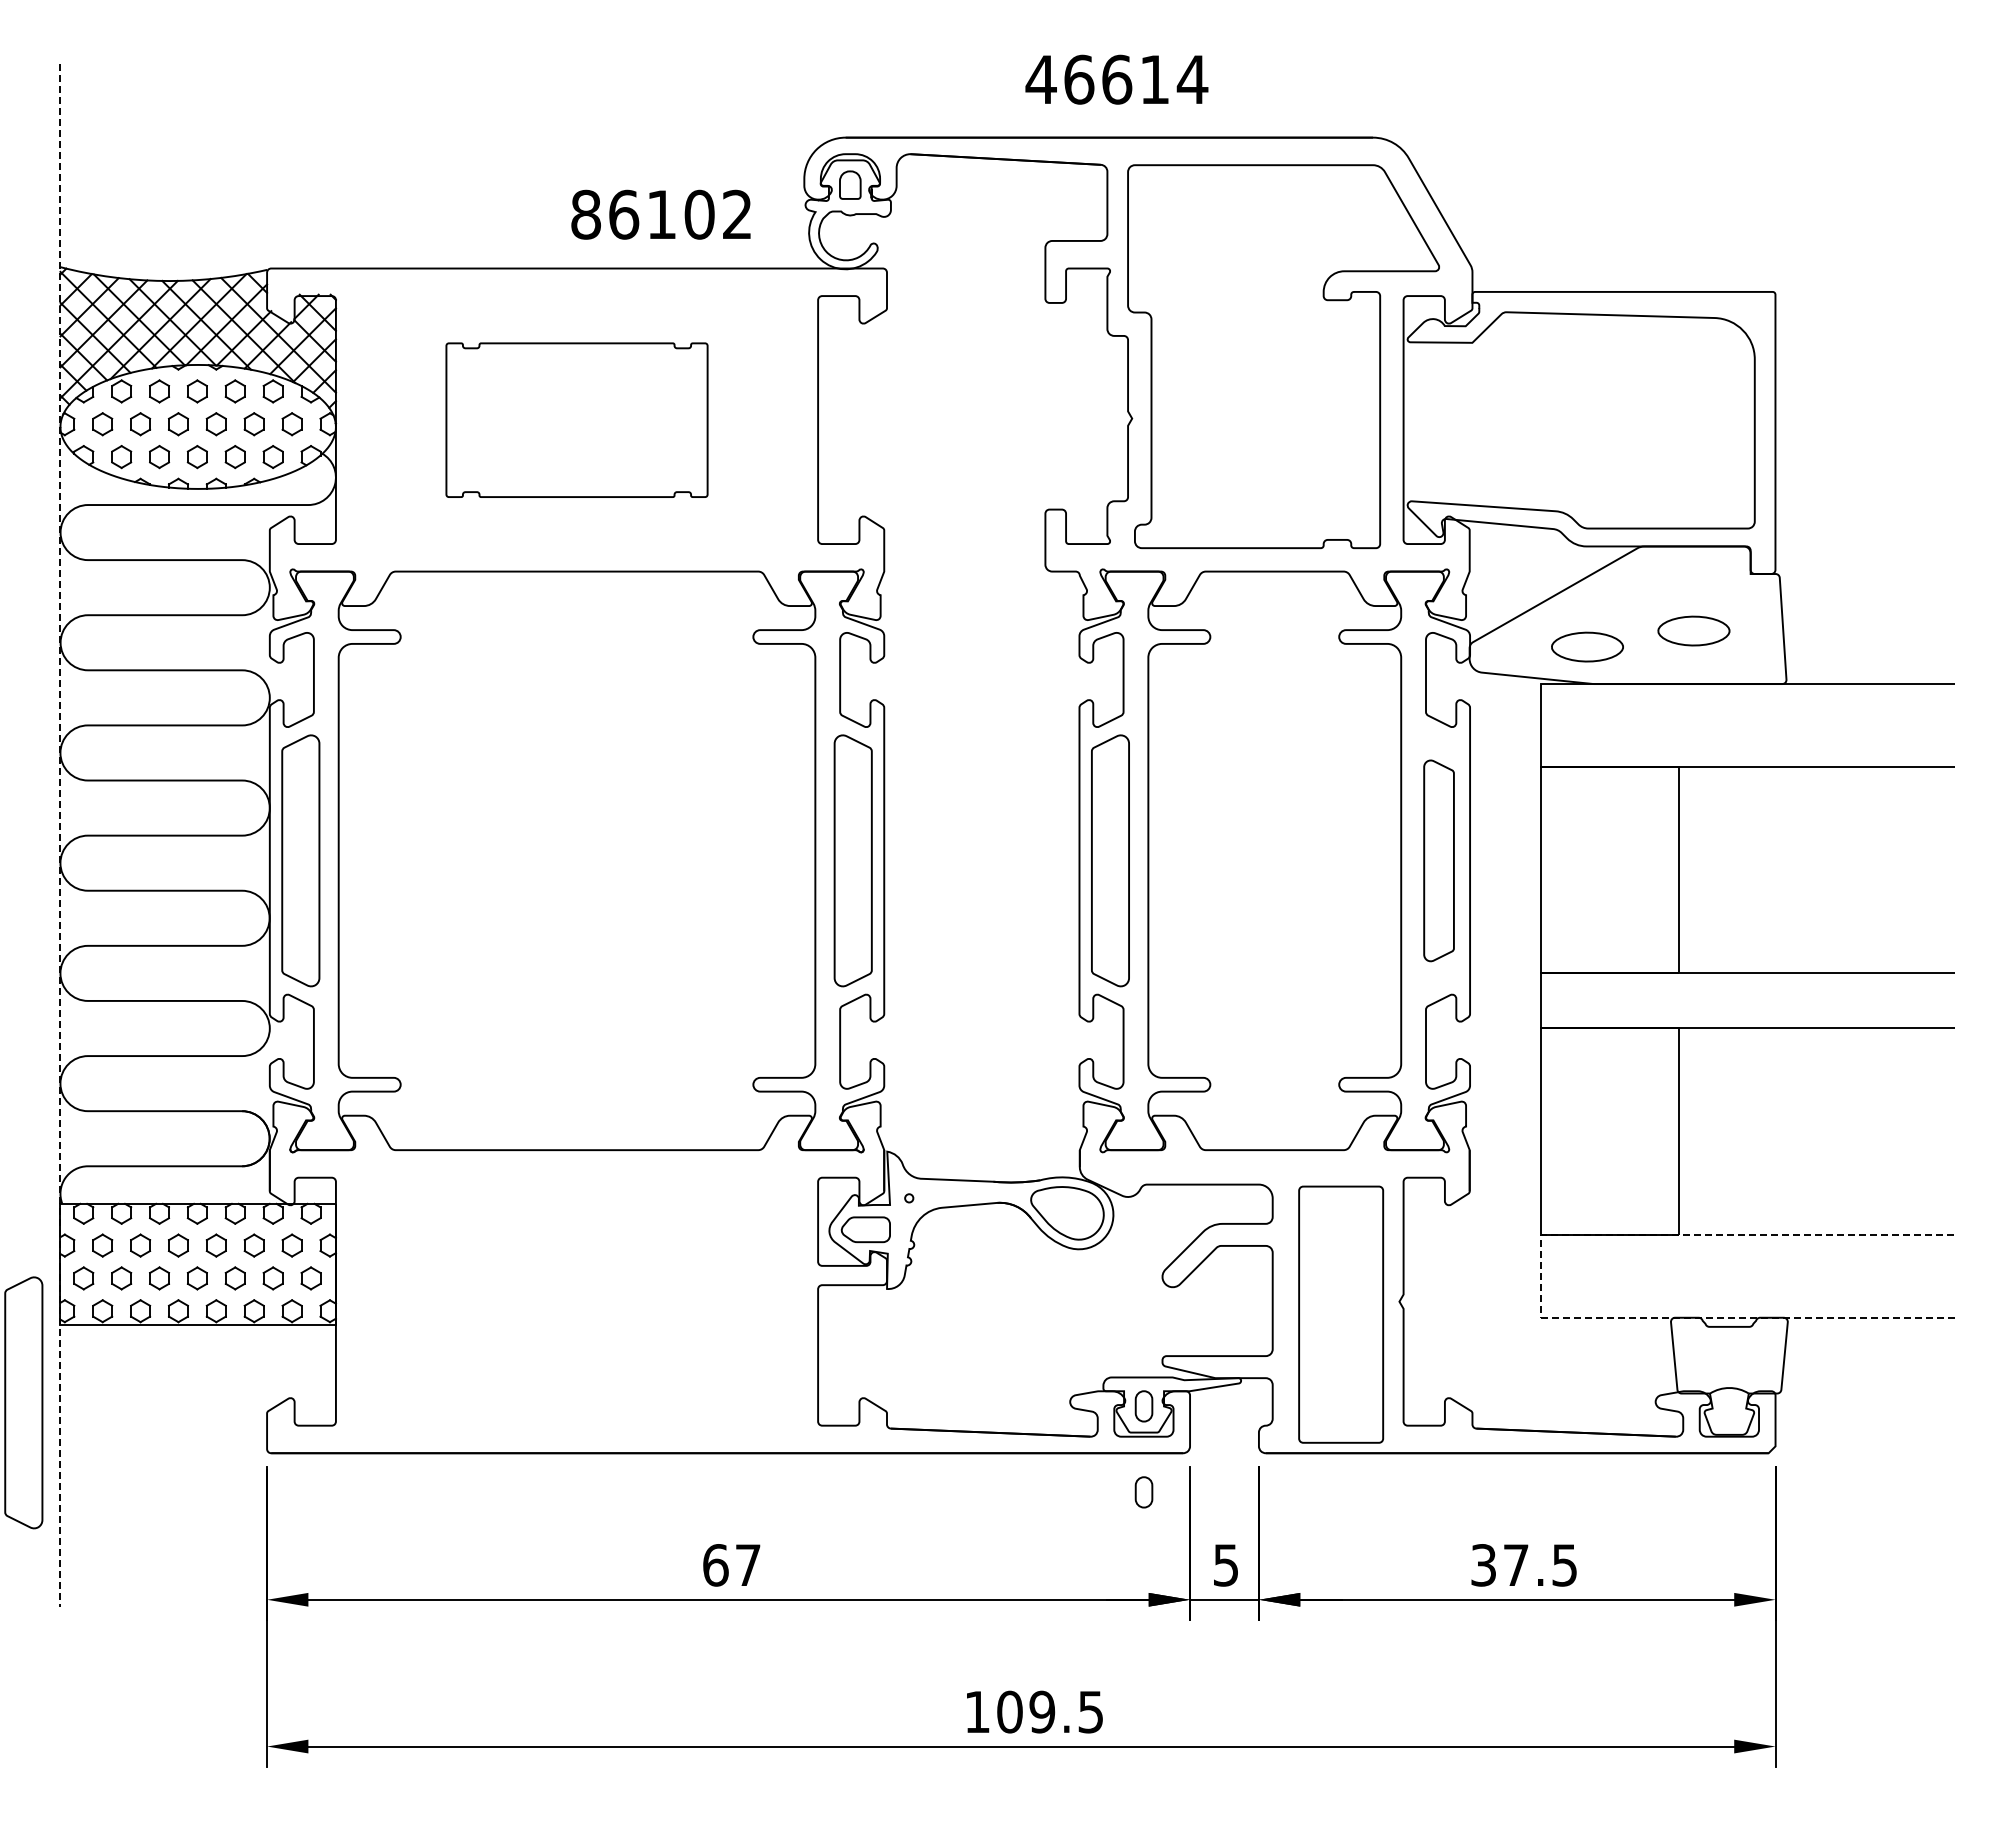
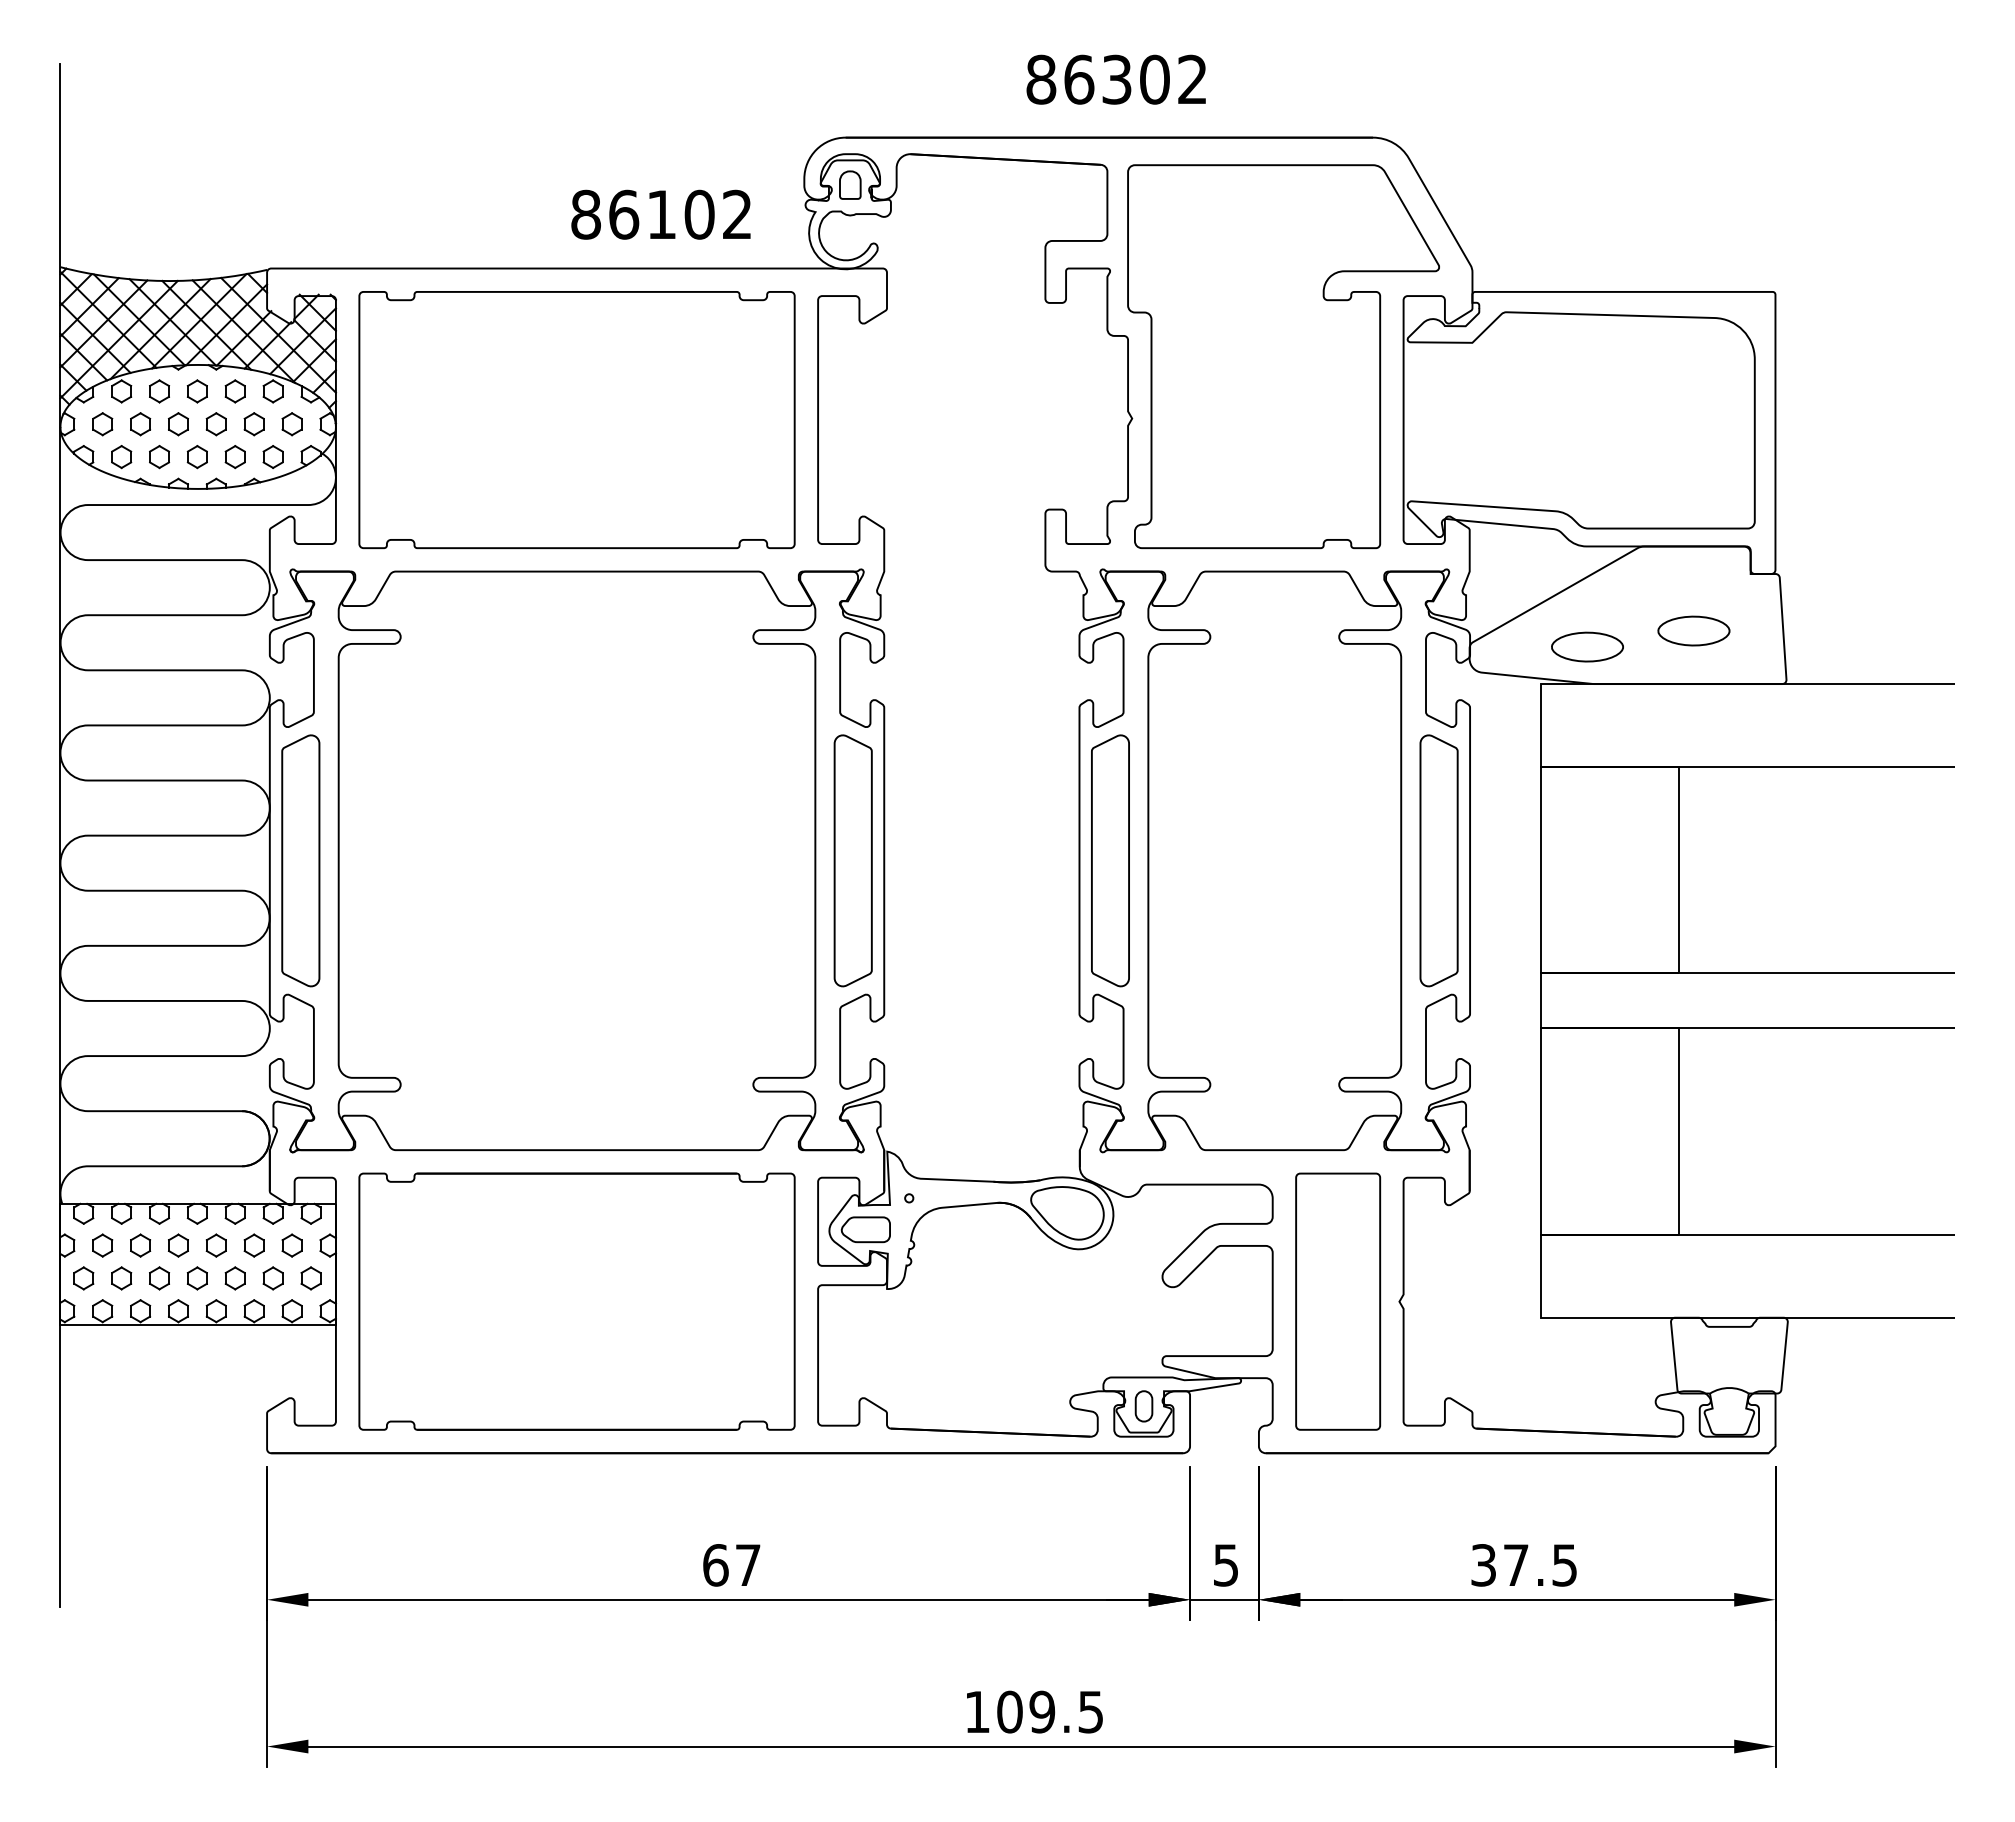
text at (1116, 79): 46614 -> 86302
part at (576, 419) size: 264x156 px -> 438x259 px
line at (60, 836): dashed -> solid
part at (1438, 860) size: 32x204 px -> 40x254 px
line at (1541, 1275): dashed -> solid
part at (576, 1301): none -> present
part at (1341, 1314) position: (1341, 1314) -> (1338, 1301)
part at (23, 1402): present -> none
part at (1143, 1492): present -> none
